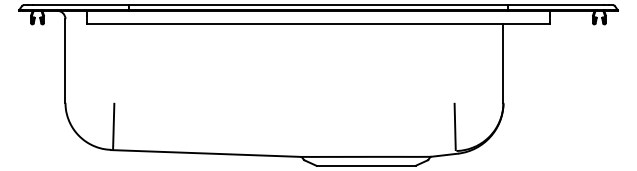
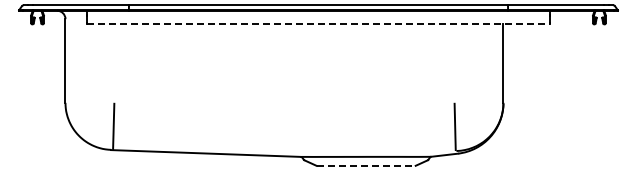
line at (318, 24): solid -> dashed
line at (366, 165): solid -> dashed
